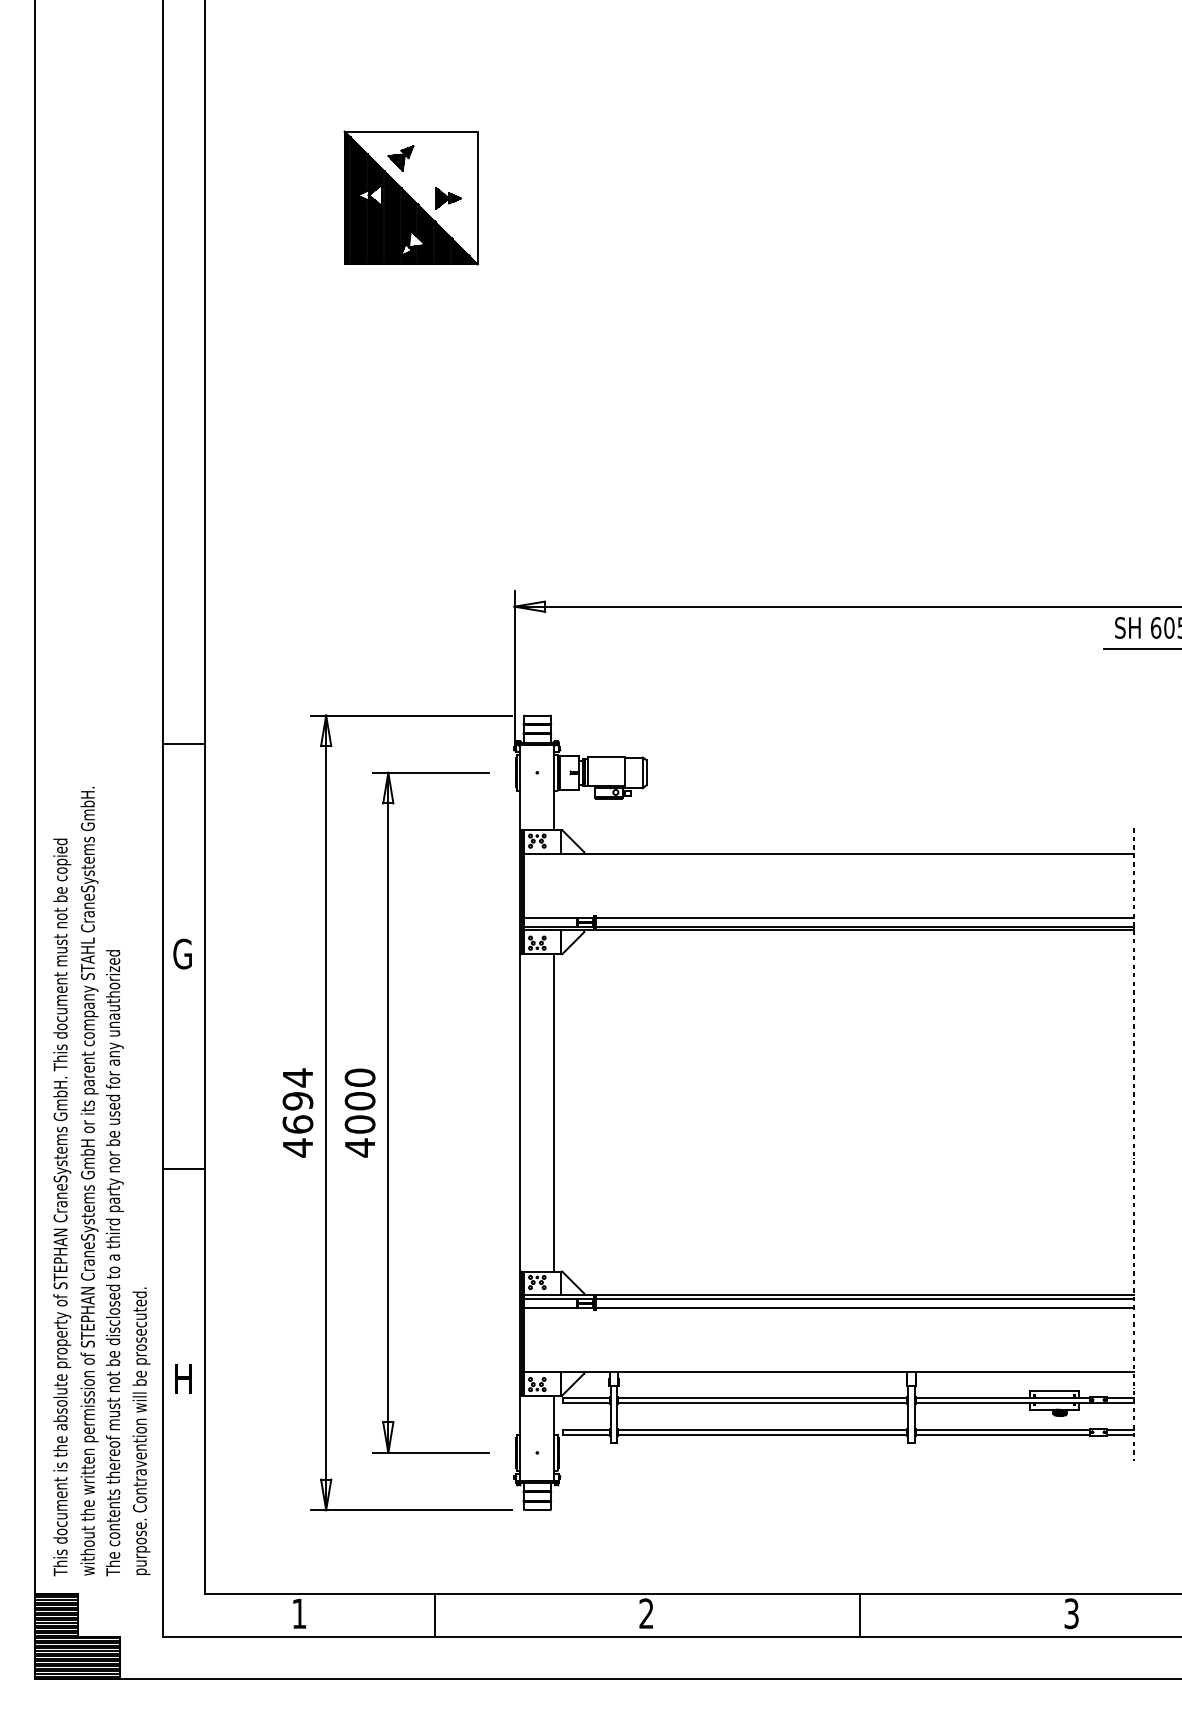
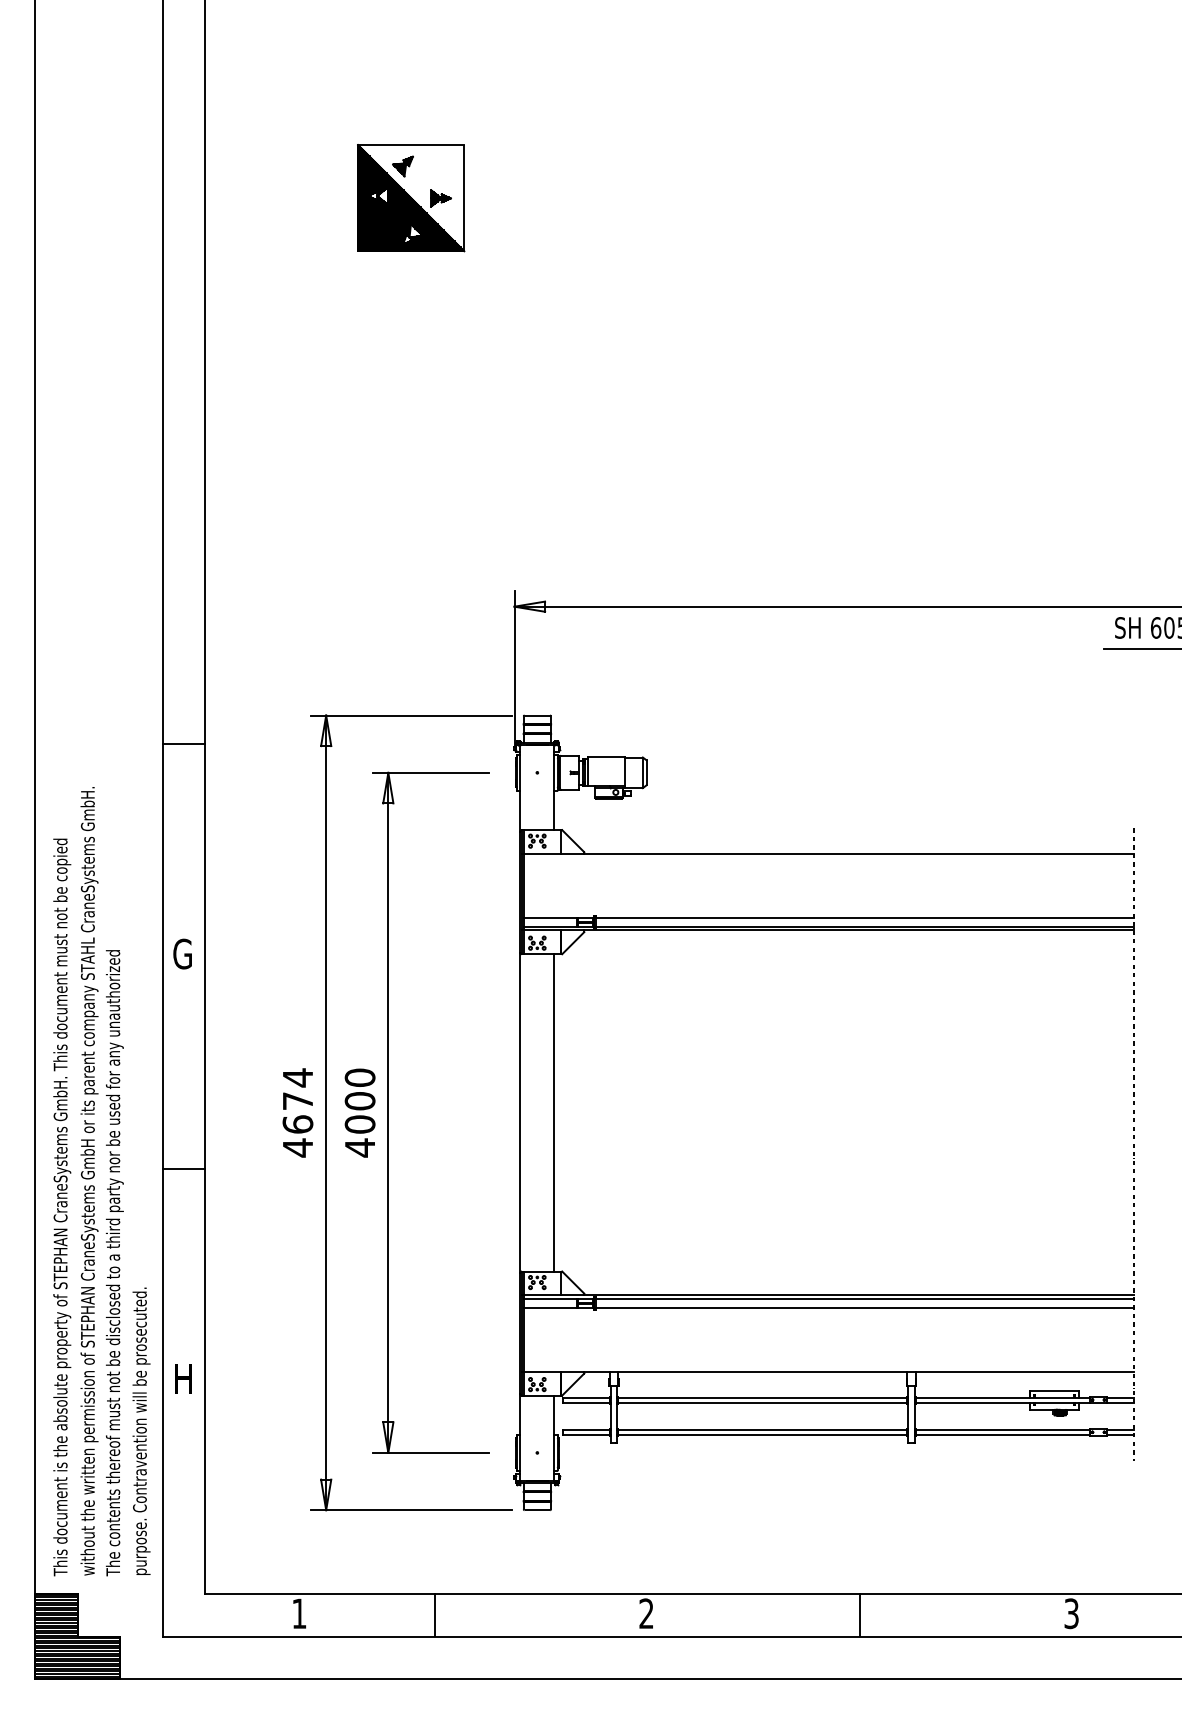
part at (410, 197) size: 136x136 px -> 109x109 px
text at (297, 1101): 4694 -> 4674
